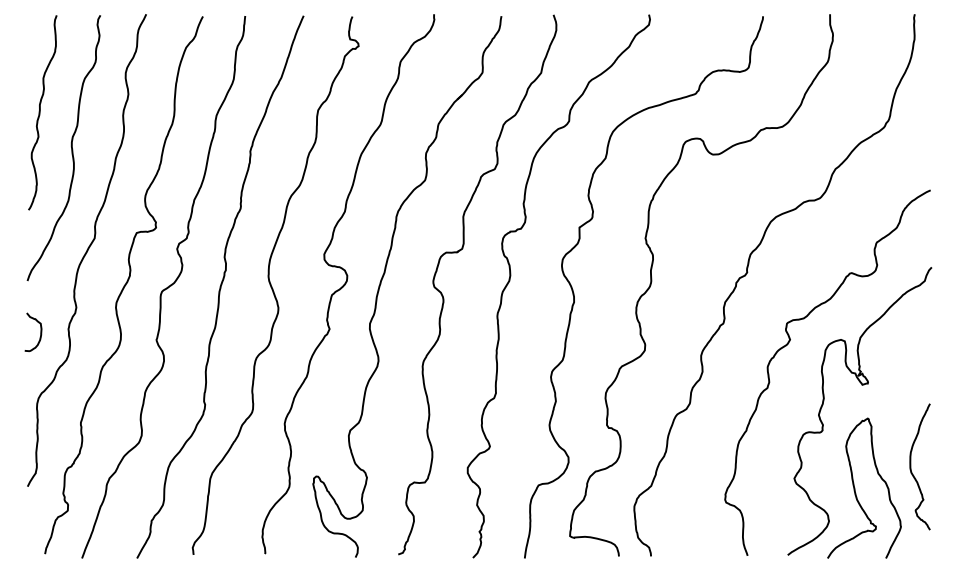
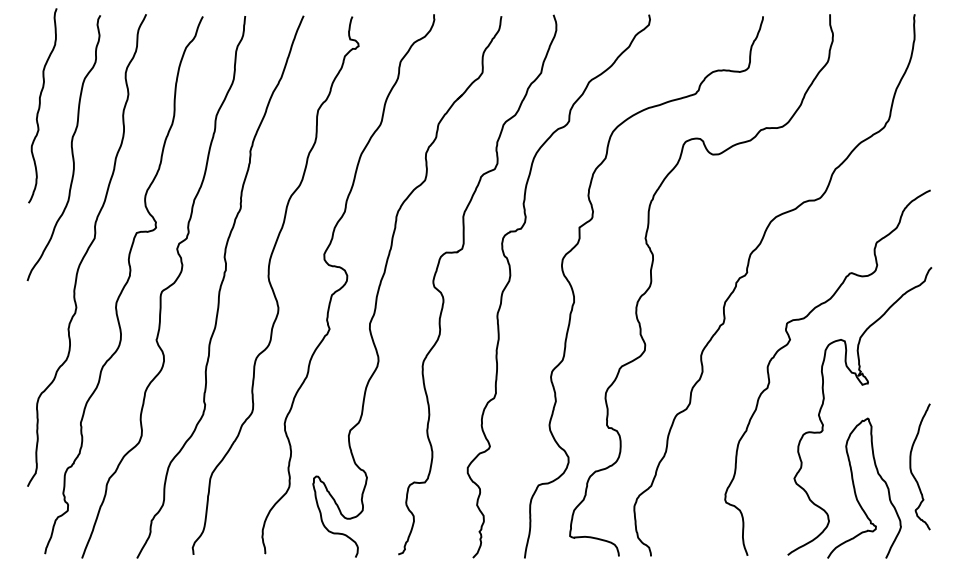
curve at (40, 112) position: (40, 112) -> (40, 105)
curve at (40, 332): present -> none
